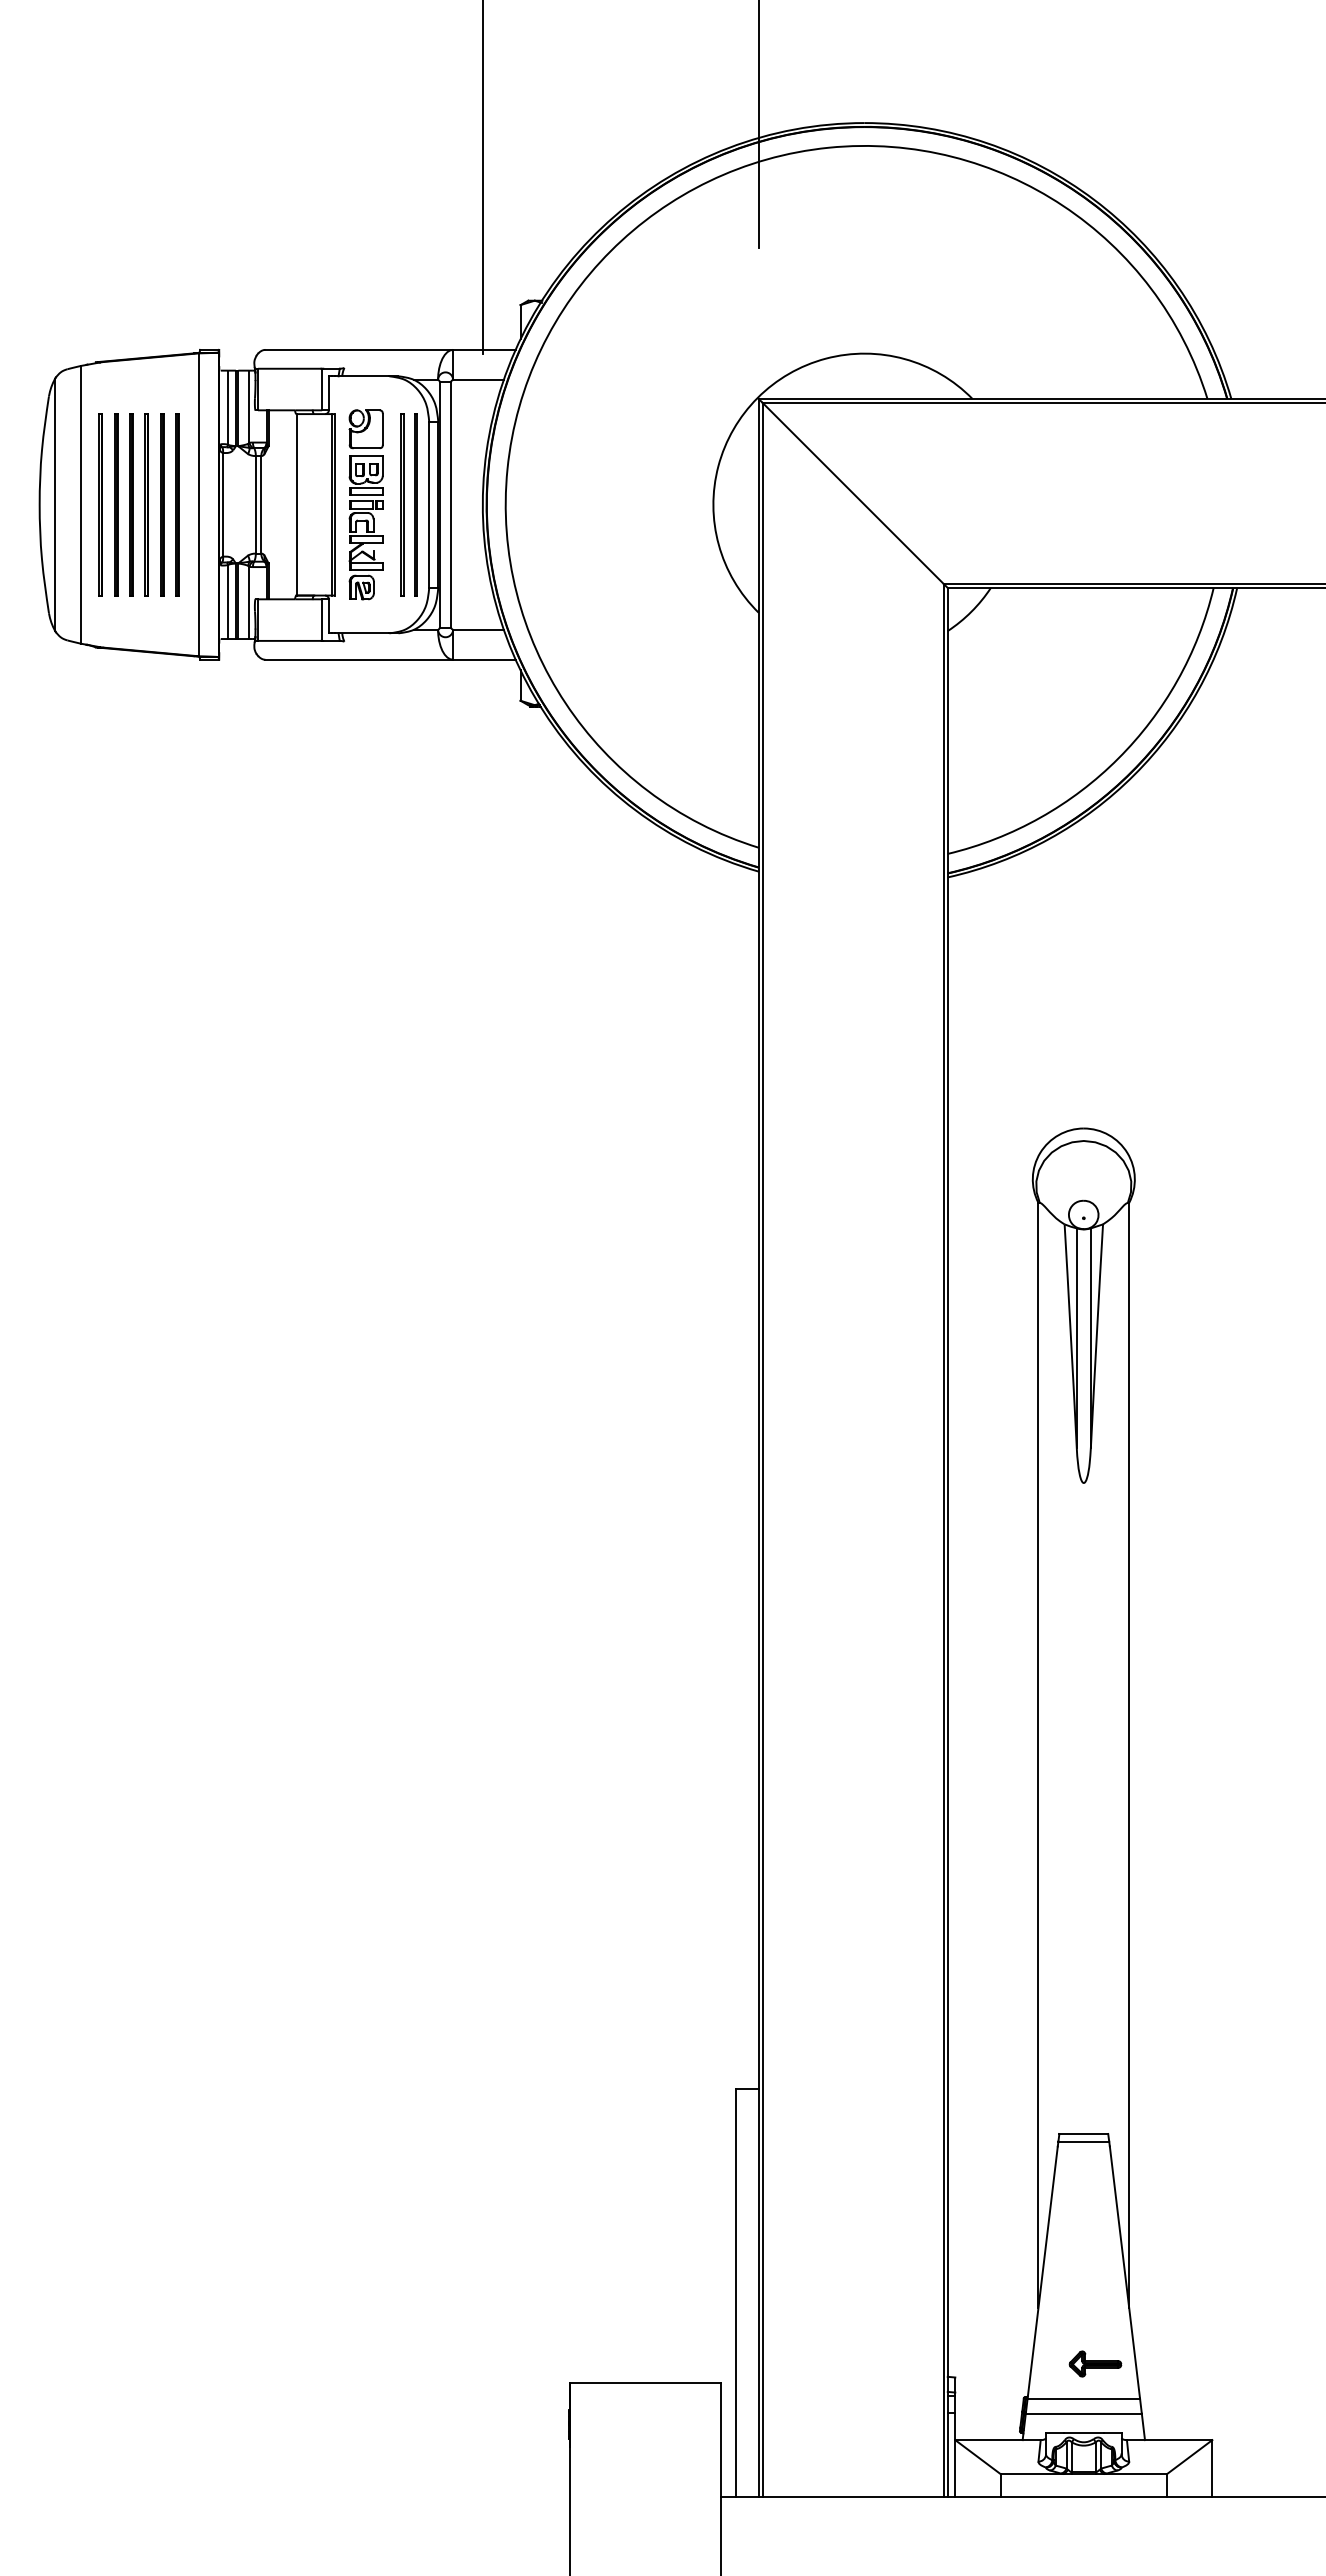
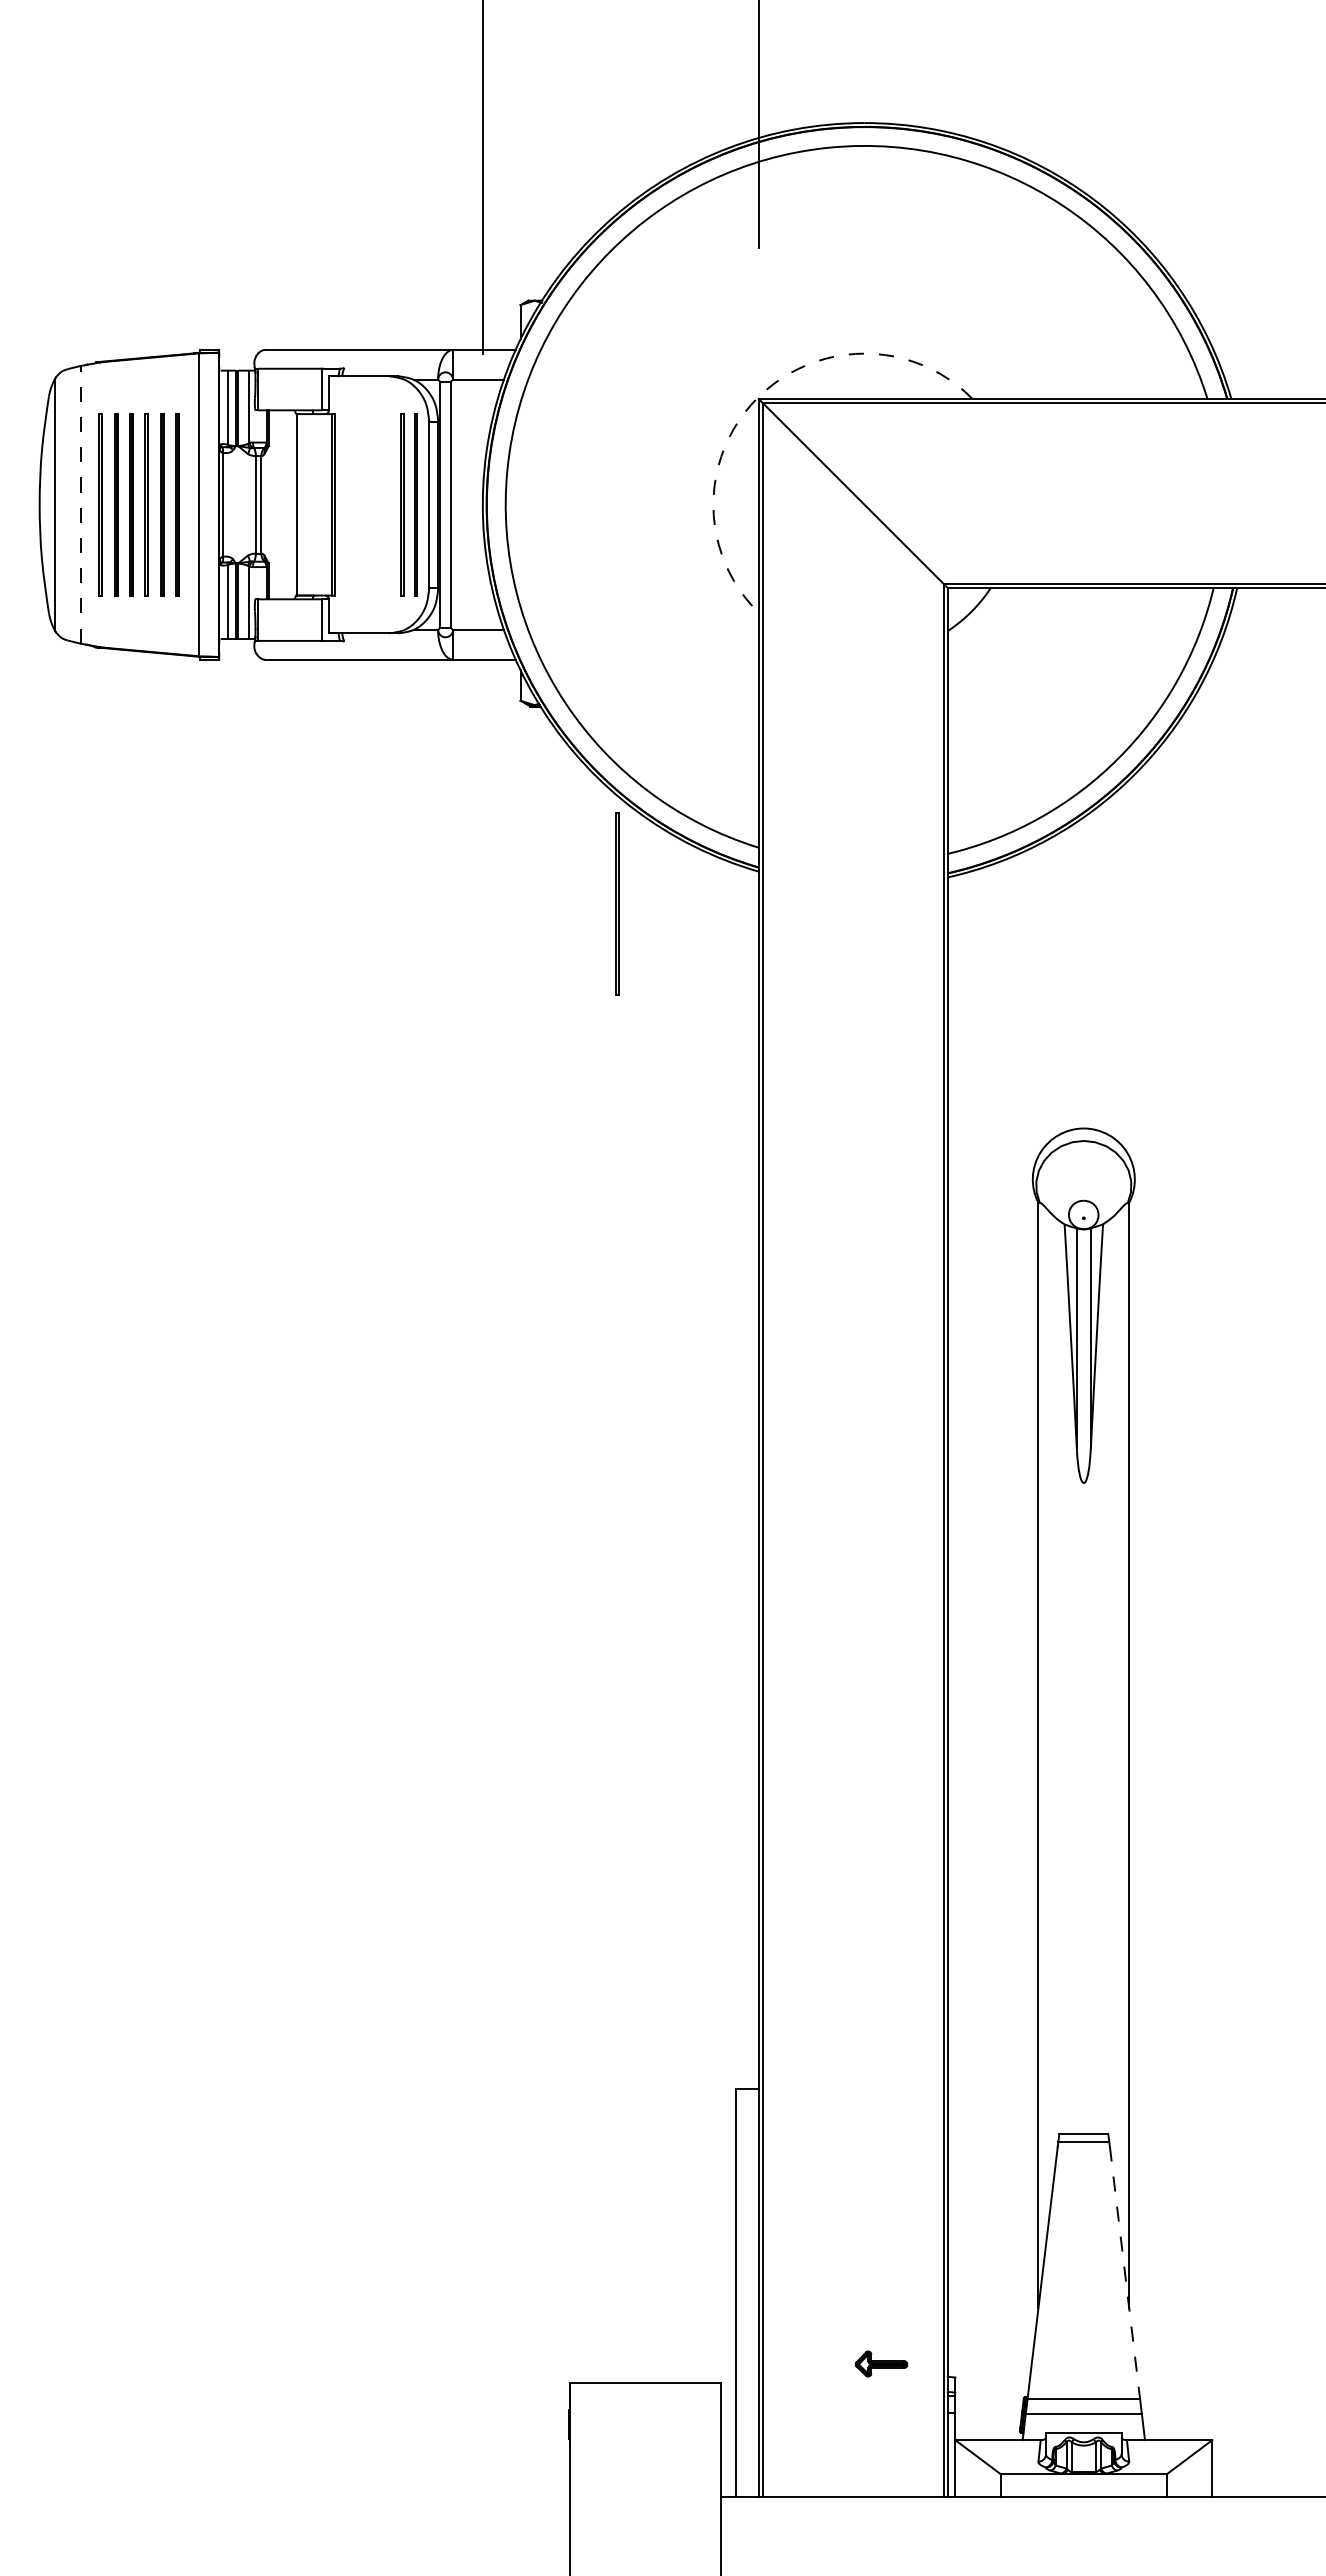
arc at (757, 397): solid -> dashed
line at (81, 504): solid -> dashed
part at (365, 504): present -> none
line at (616, 903): none -> present
line at (1124, 2272): solid -> dashed
part at (1095, 2363) position: (1095, 2363) -> (881, 2363)
